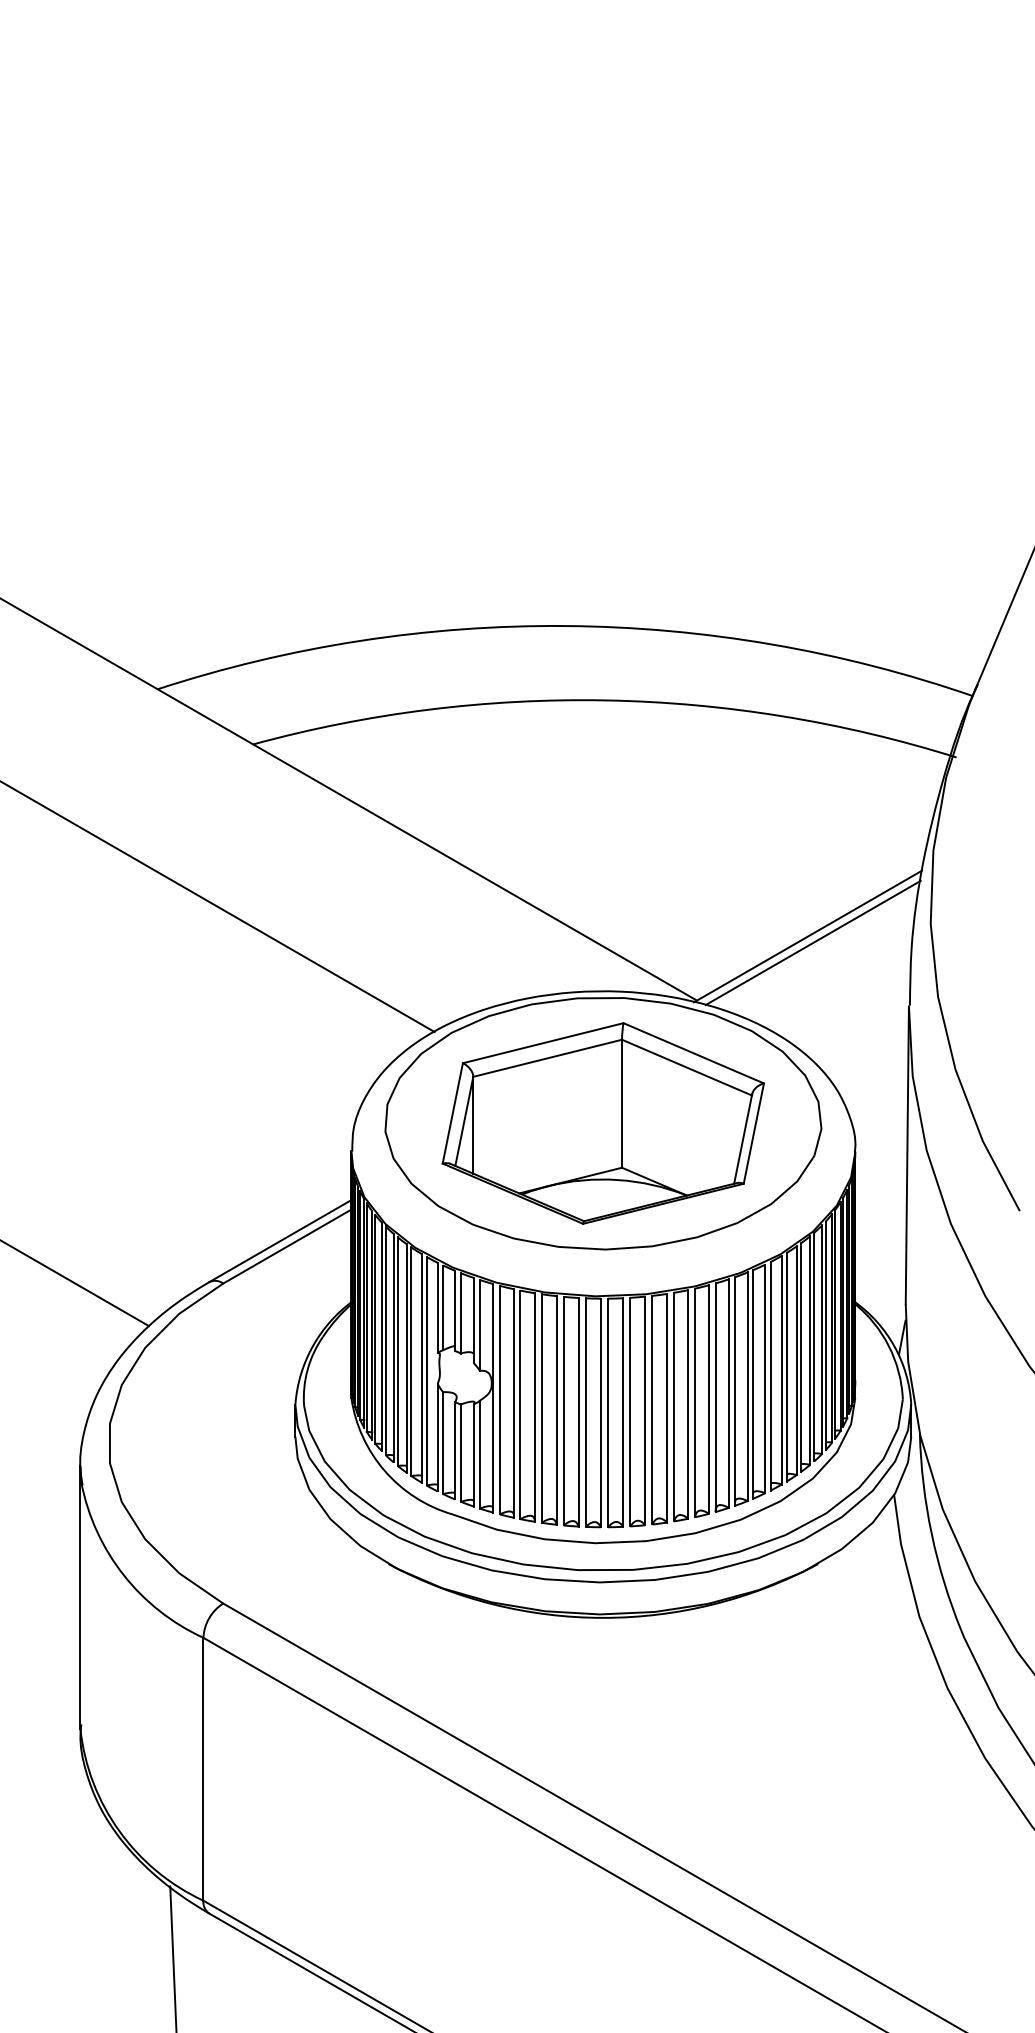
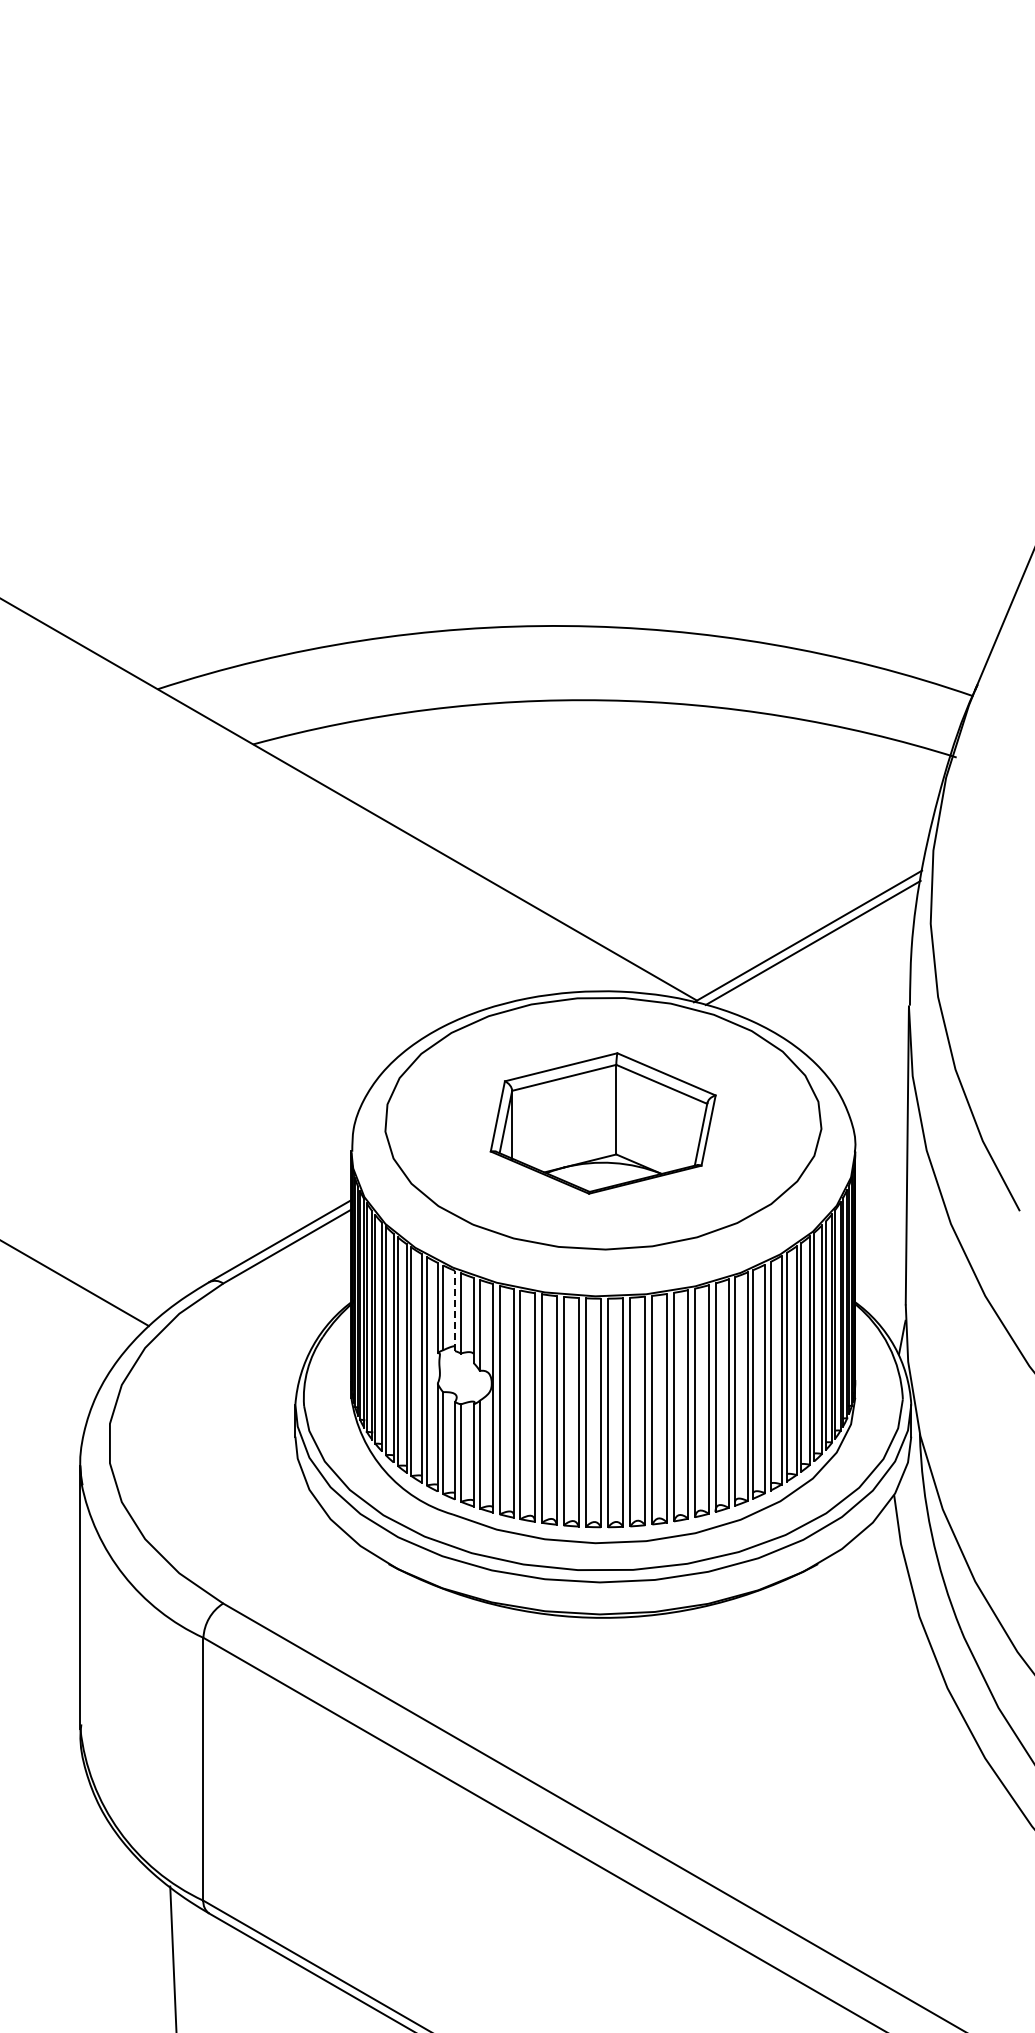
line at (218, 907): present -> none
part at (602, 1123) size: 324x203 px -> 228x143 px
line at (455, 1310): solid -> dashed
